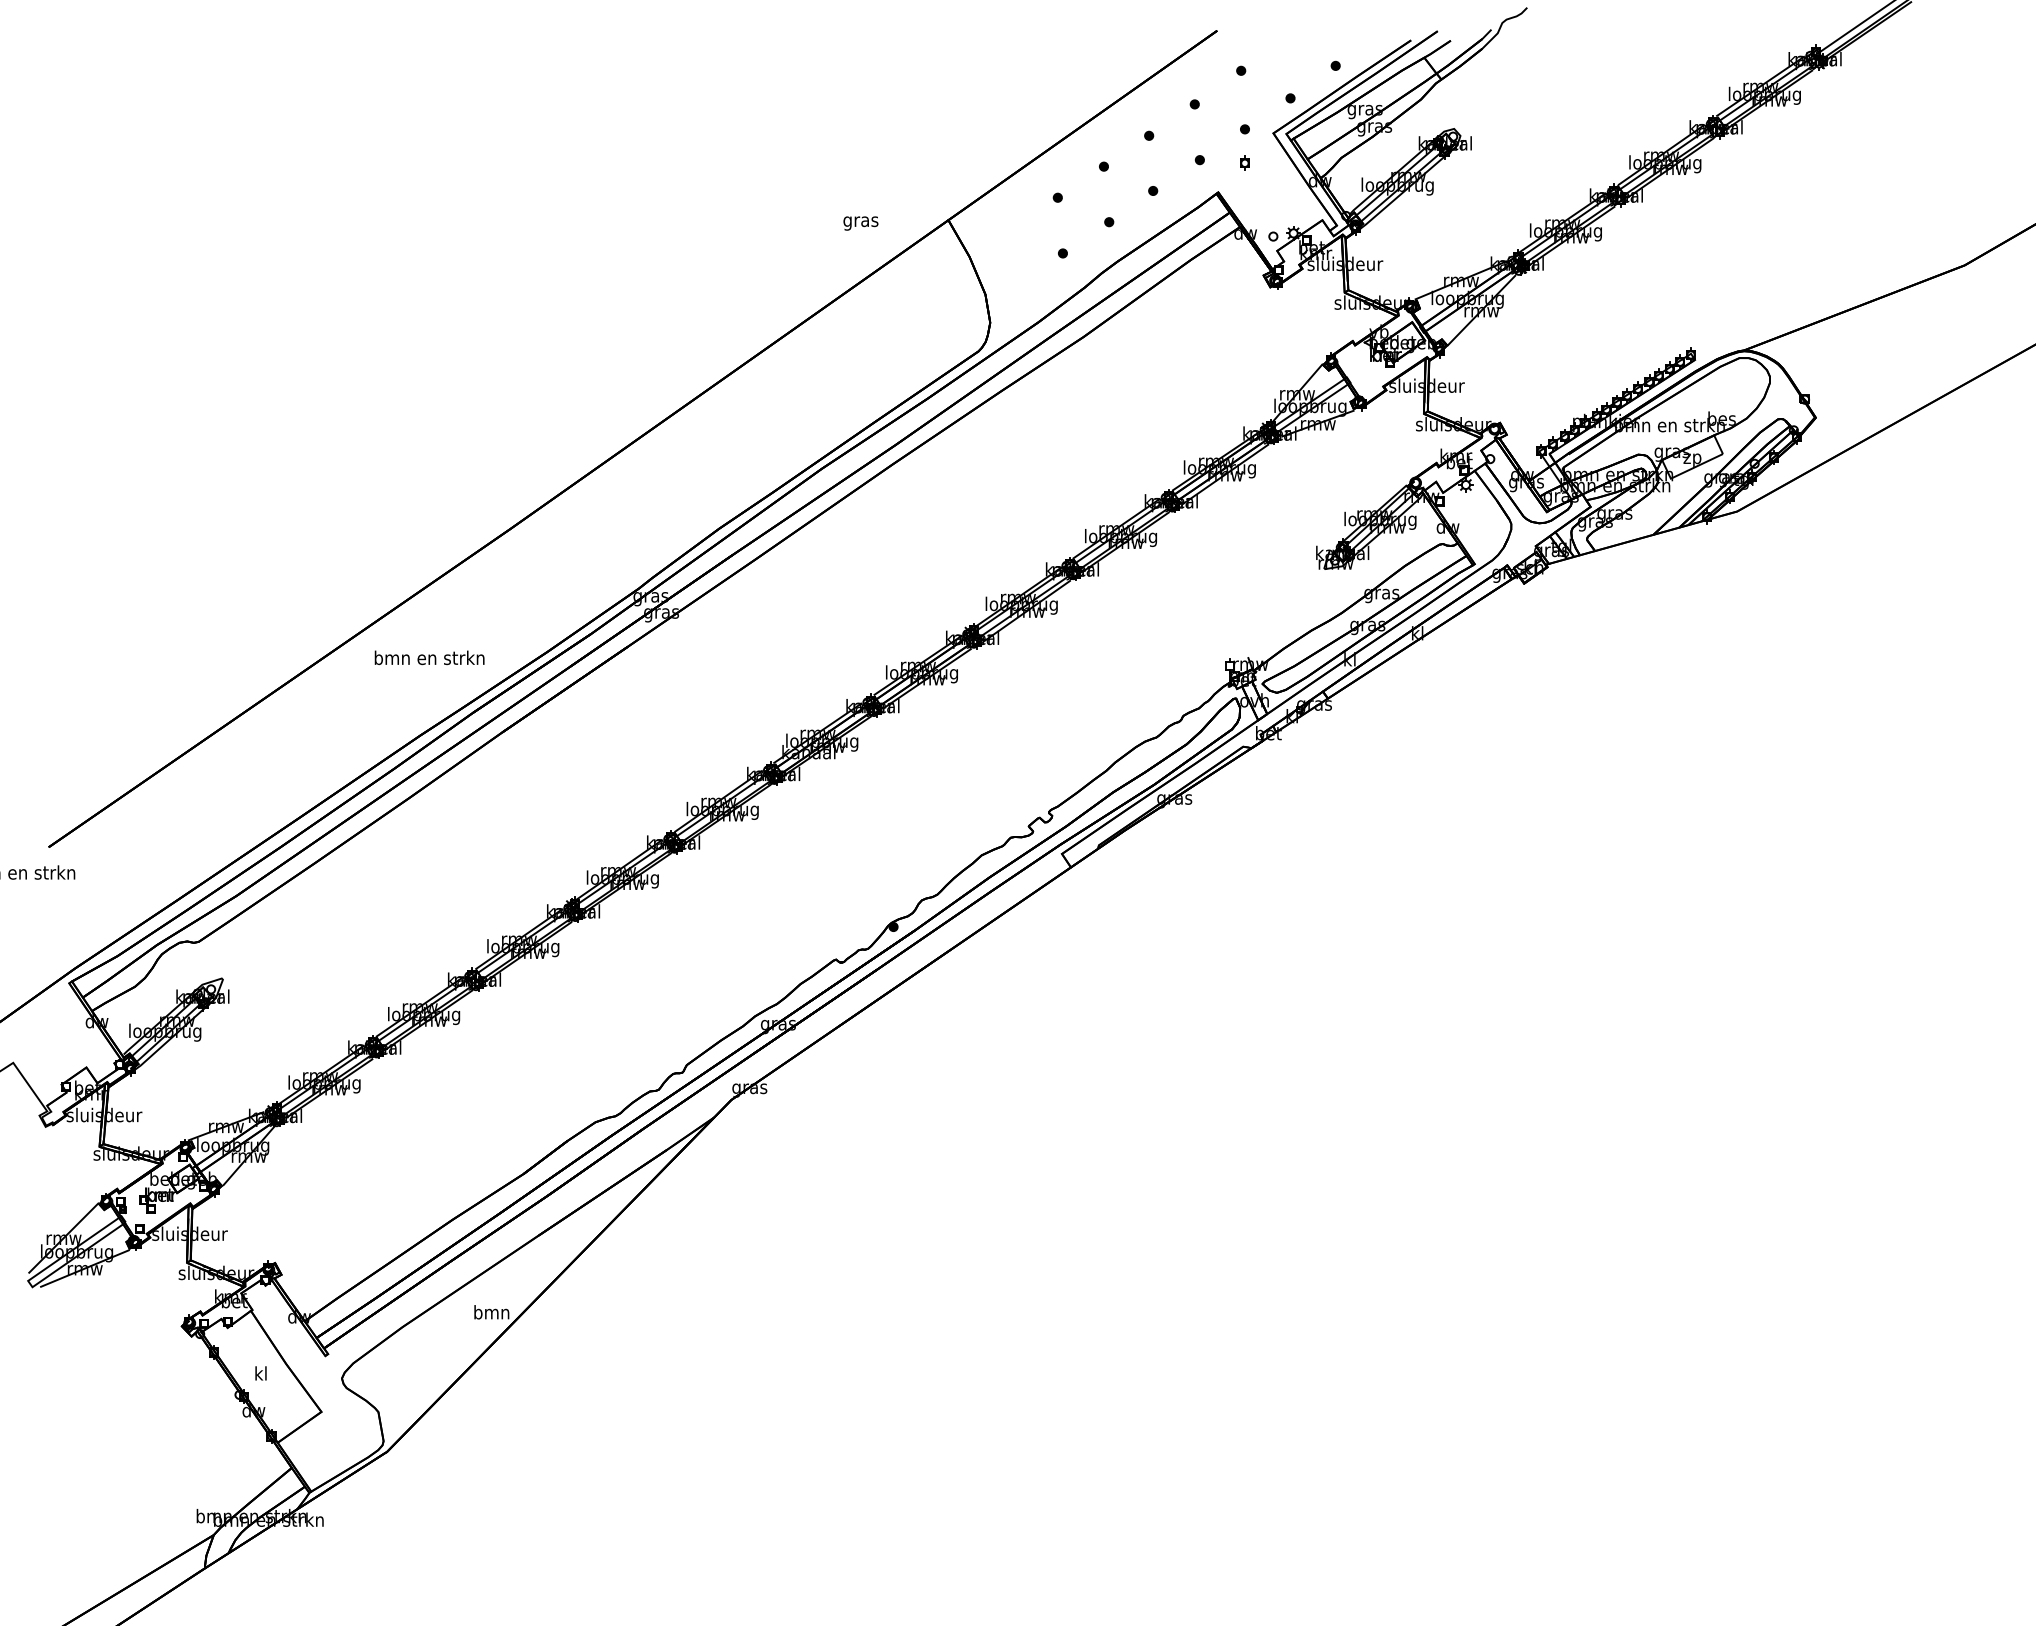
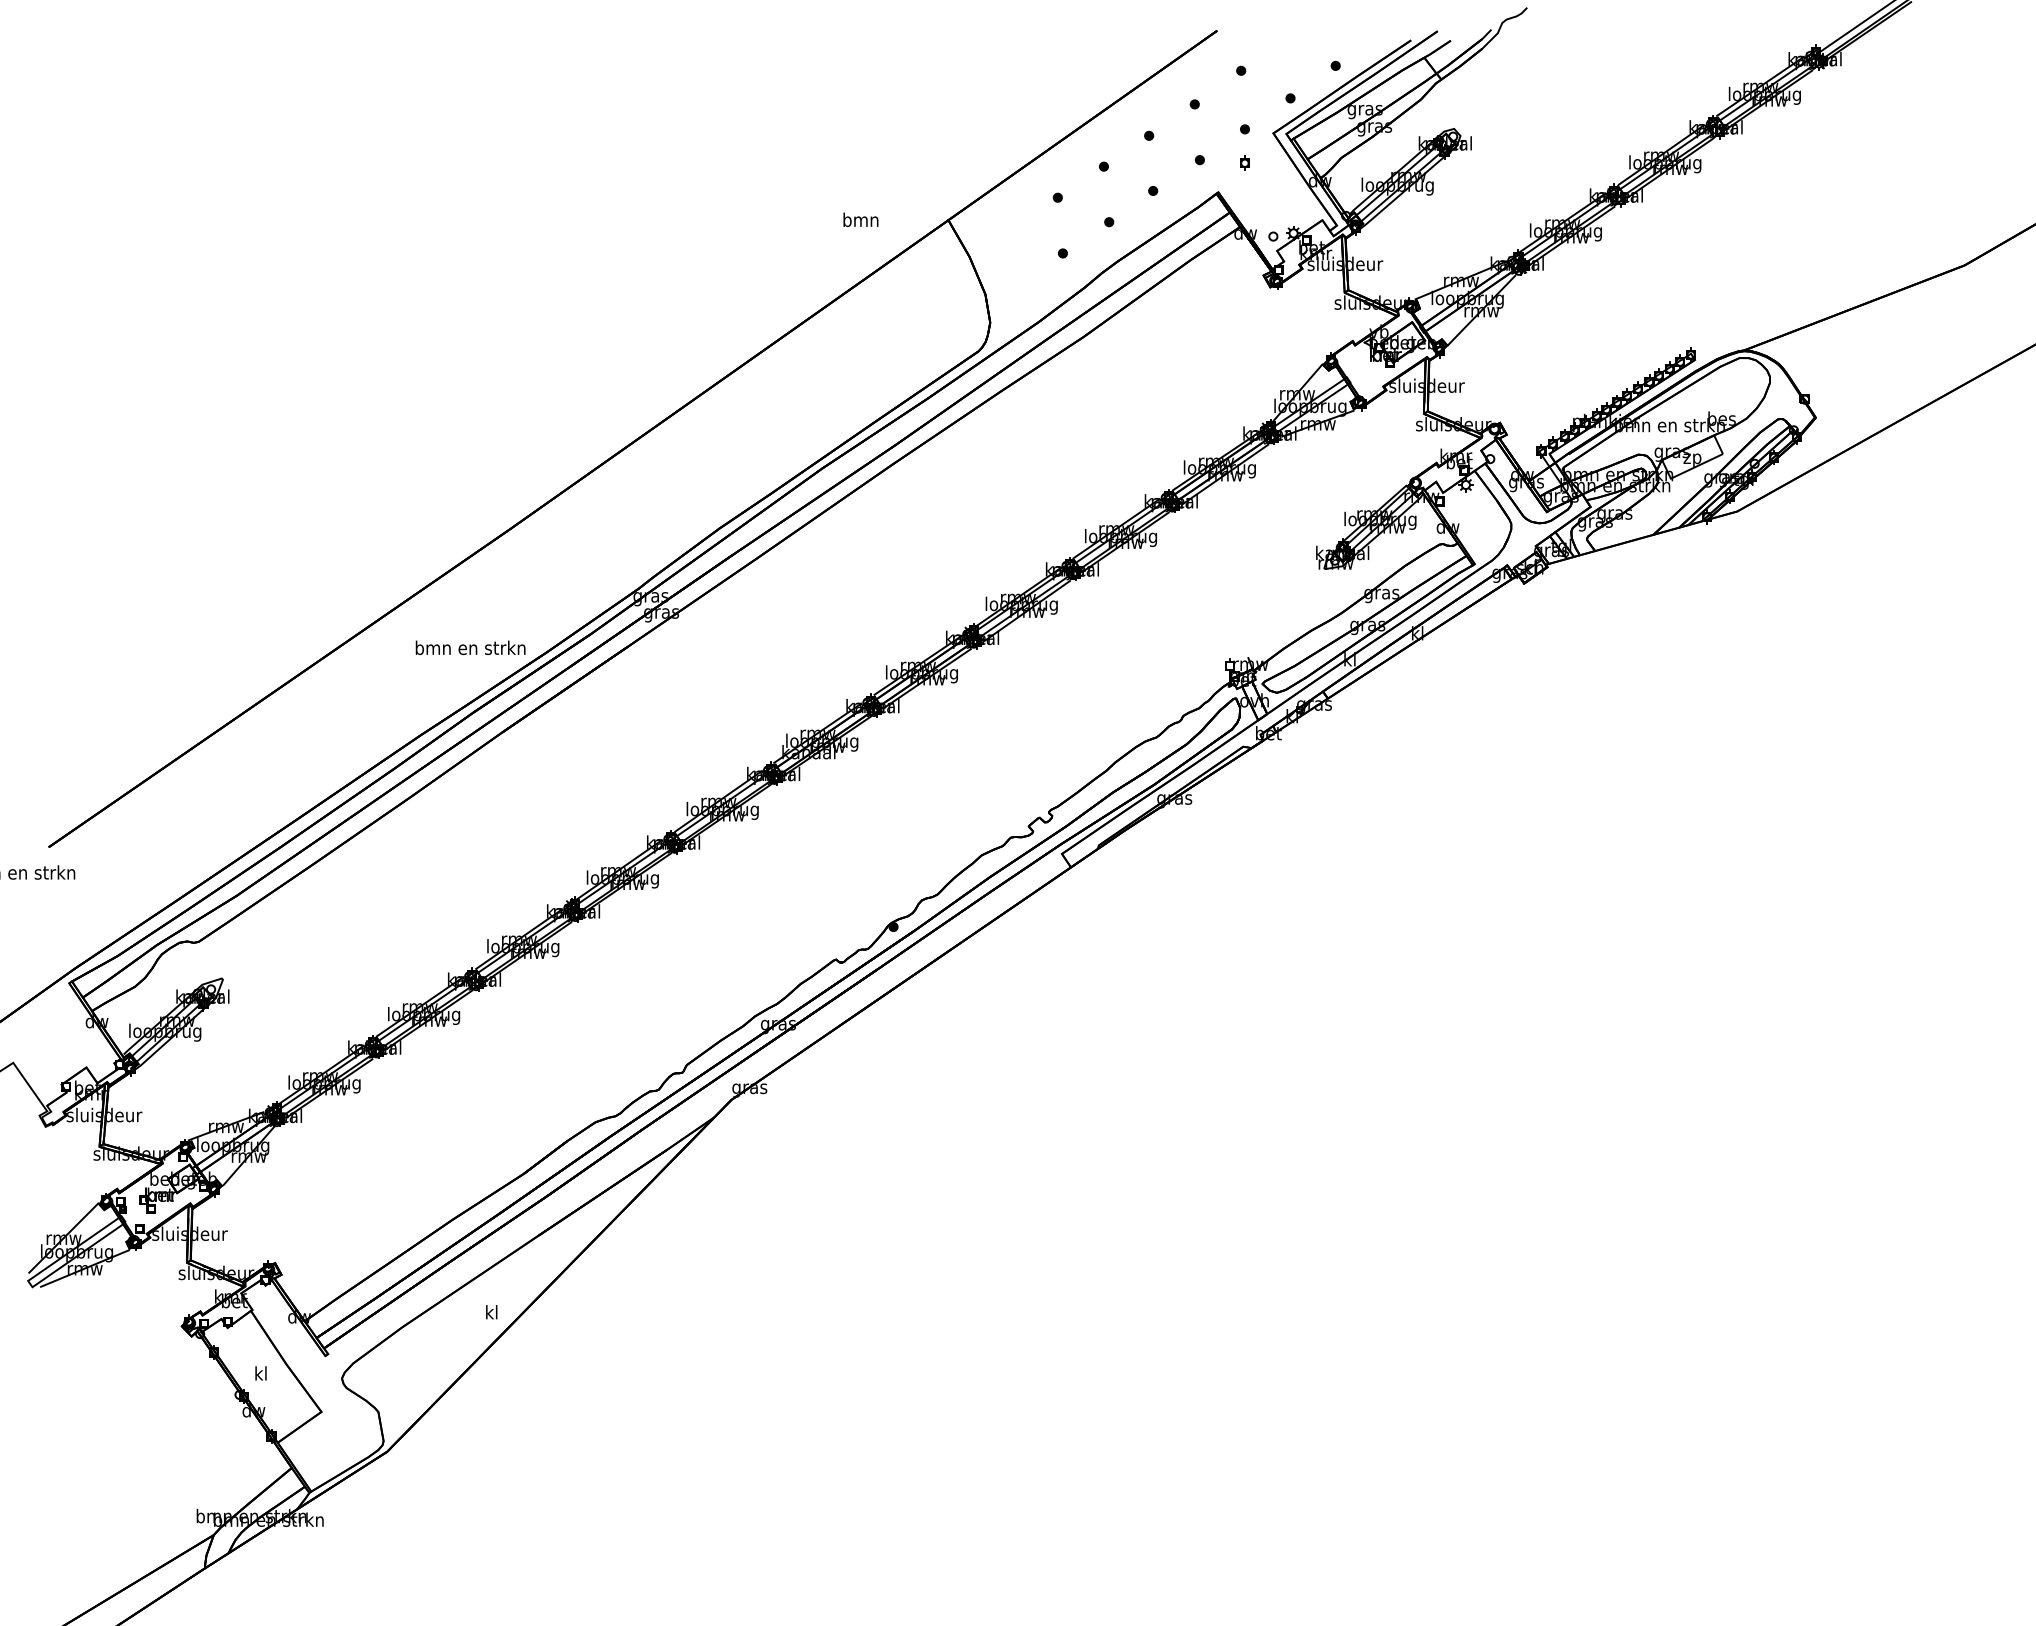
text at (860, 221): gras -> bmn
text at (429, 657) position: (429, 657) -> (470, 647)
text at (491, 1312): bmn -> kl
